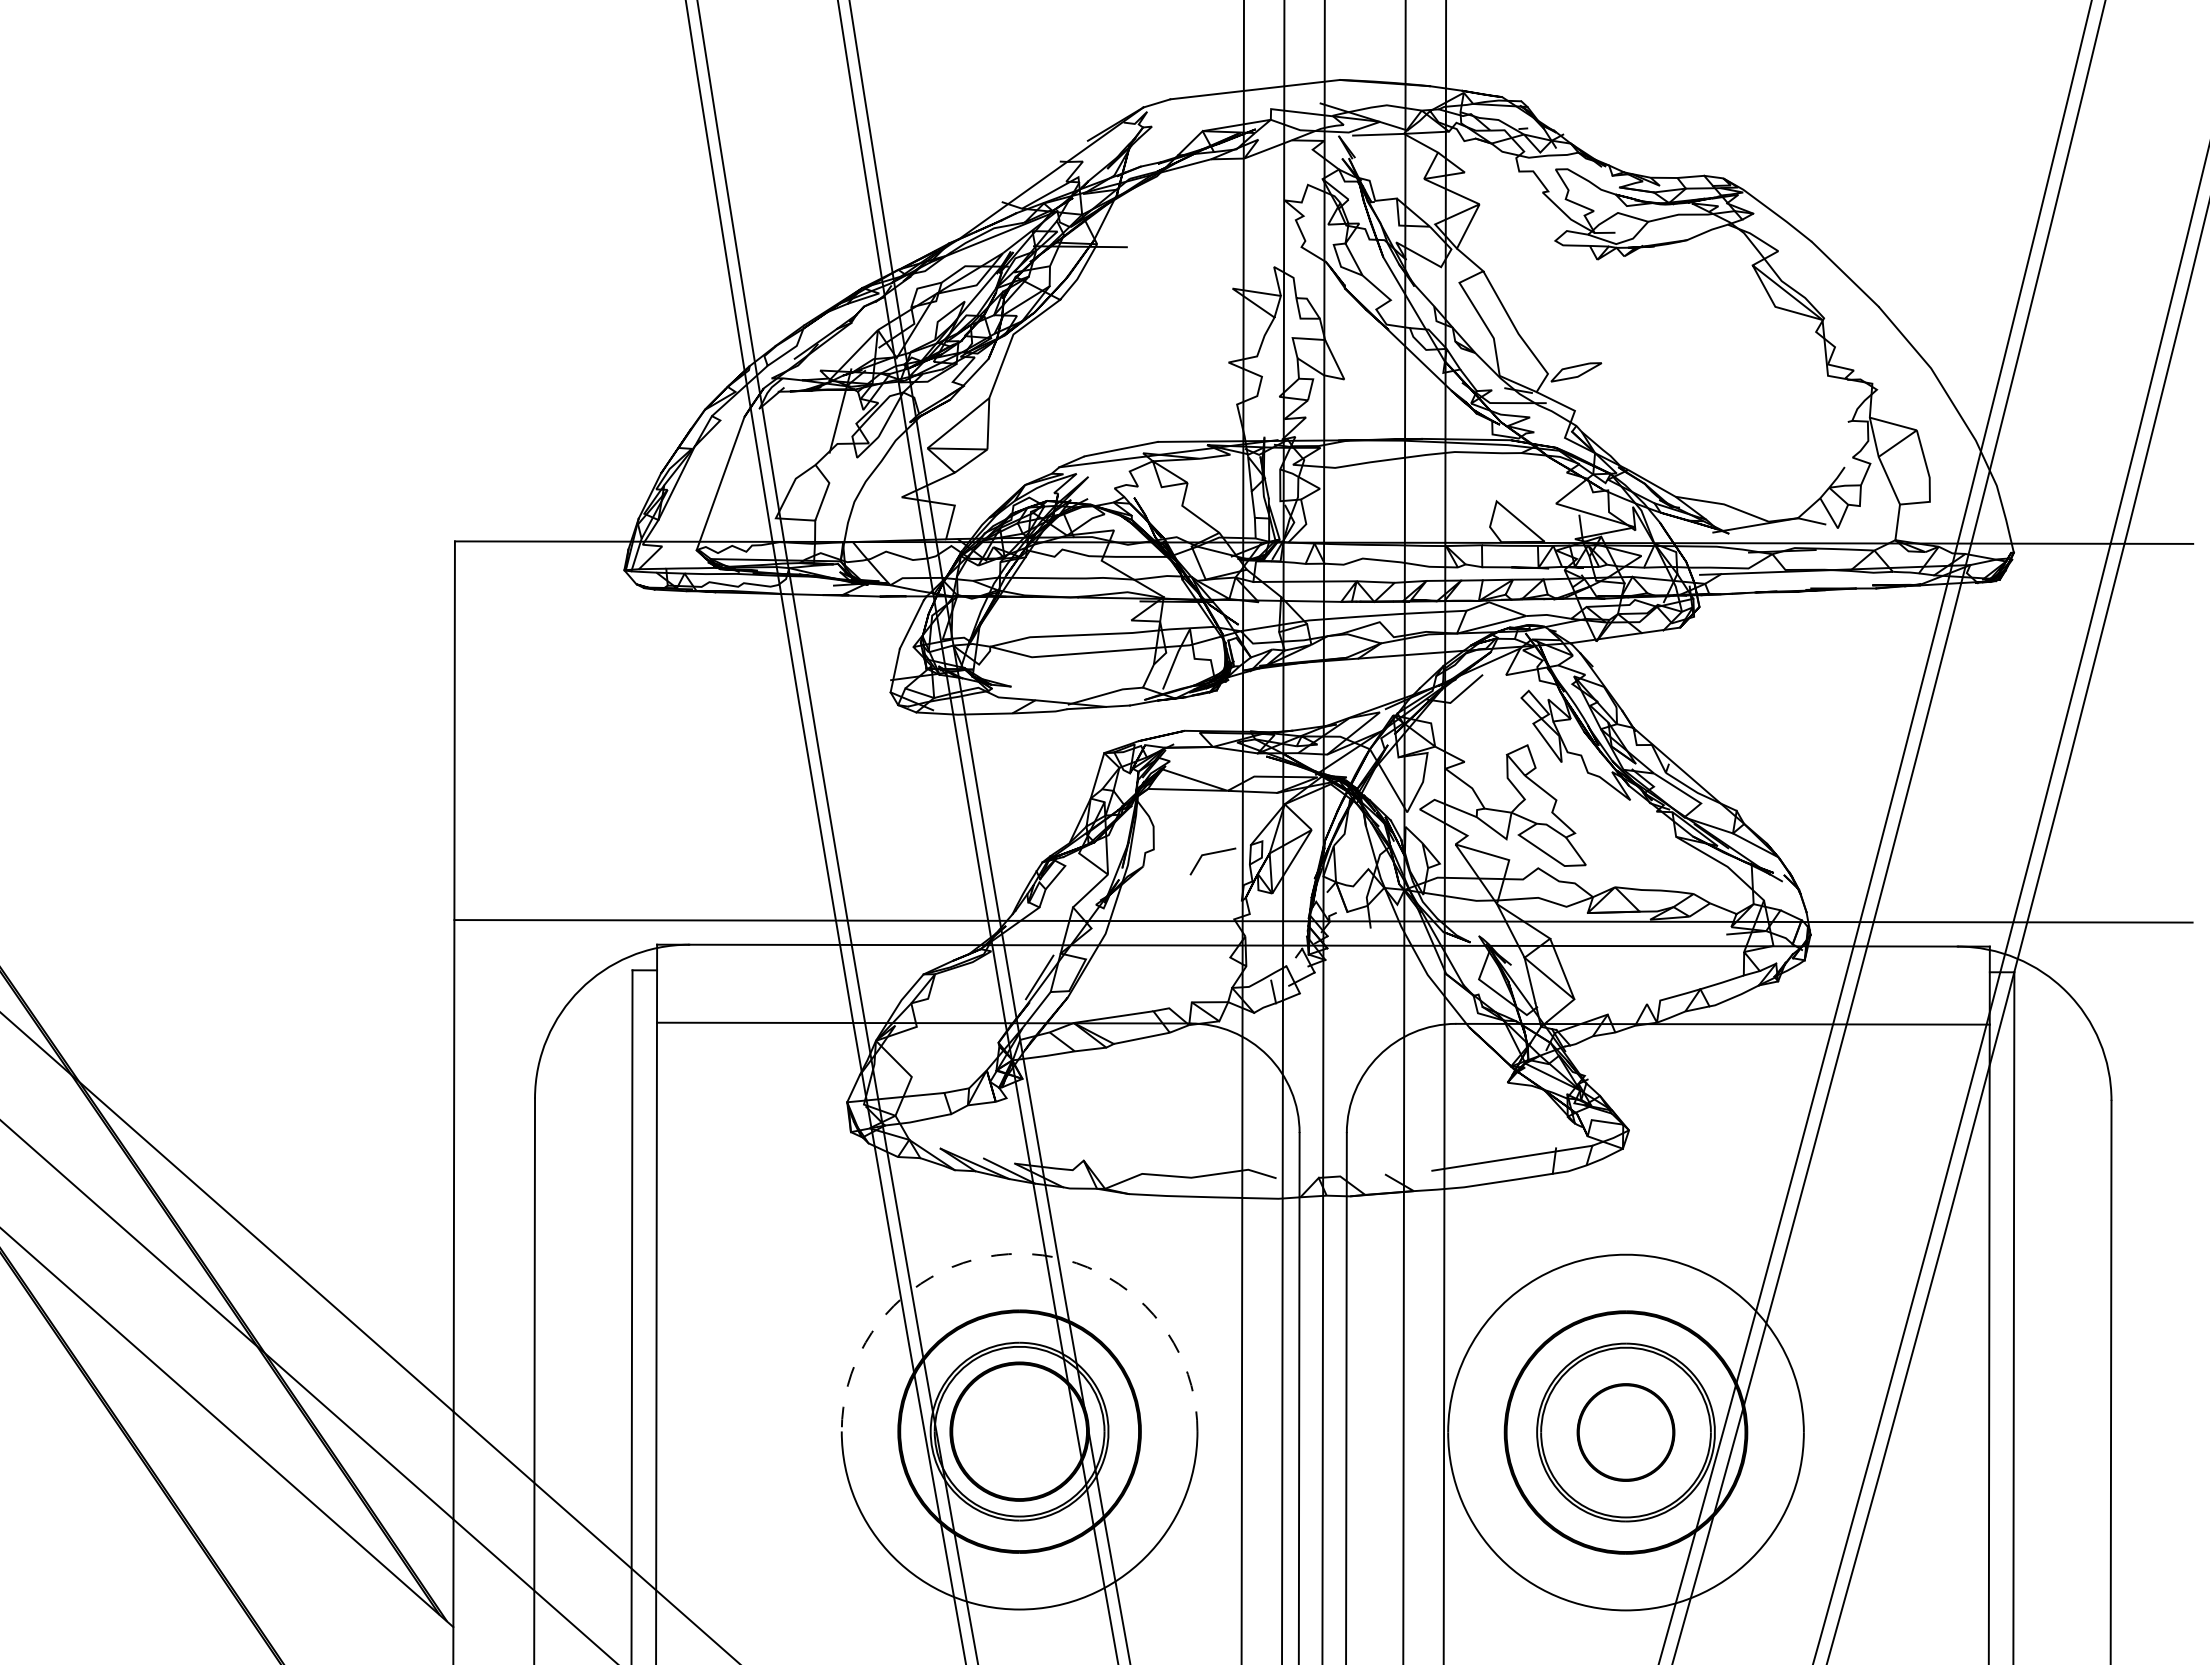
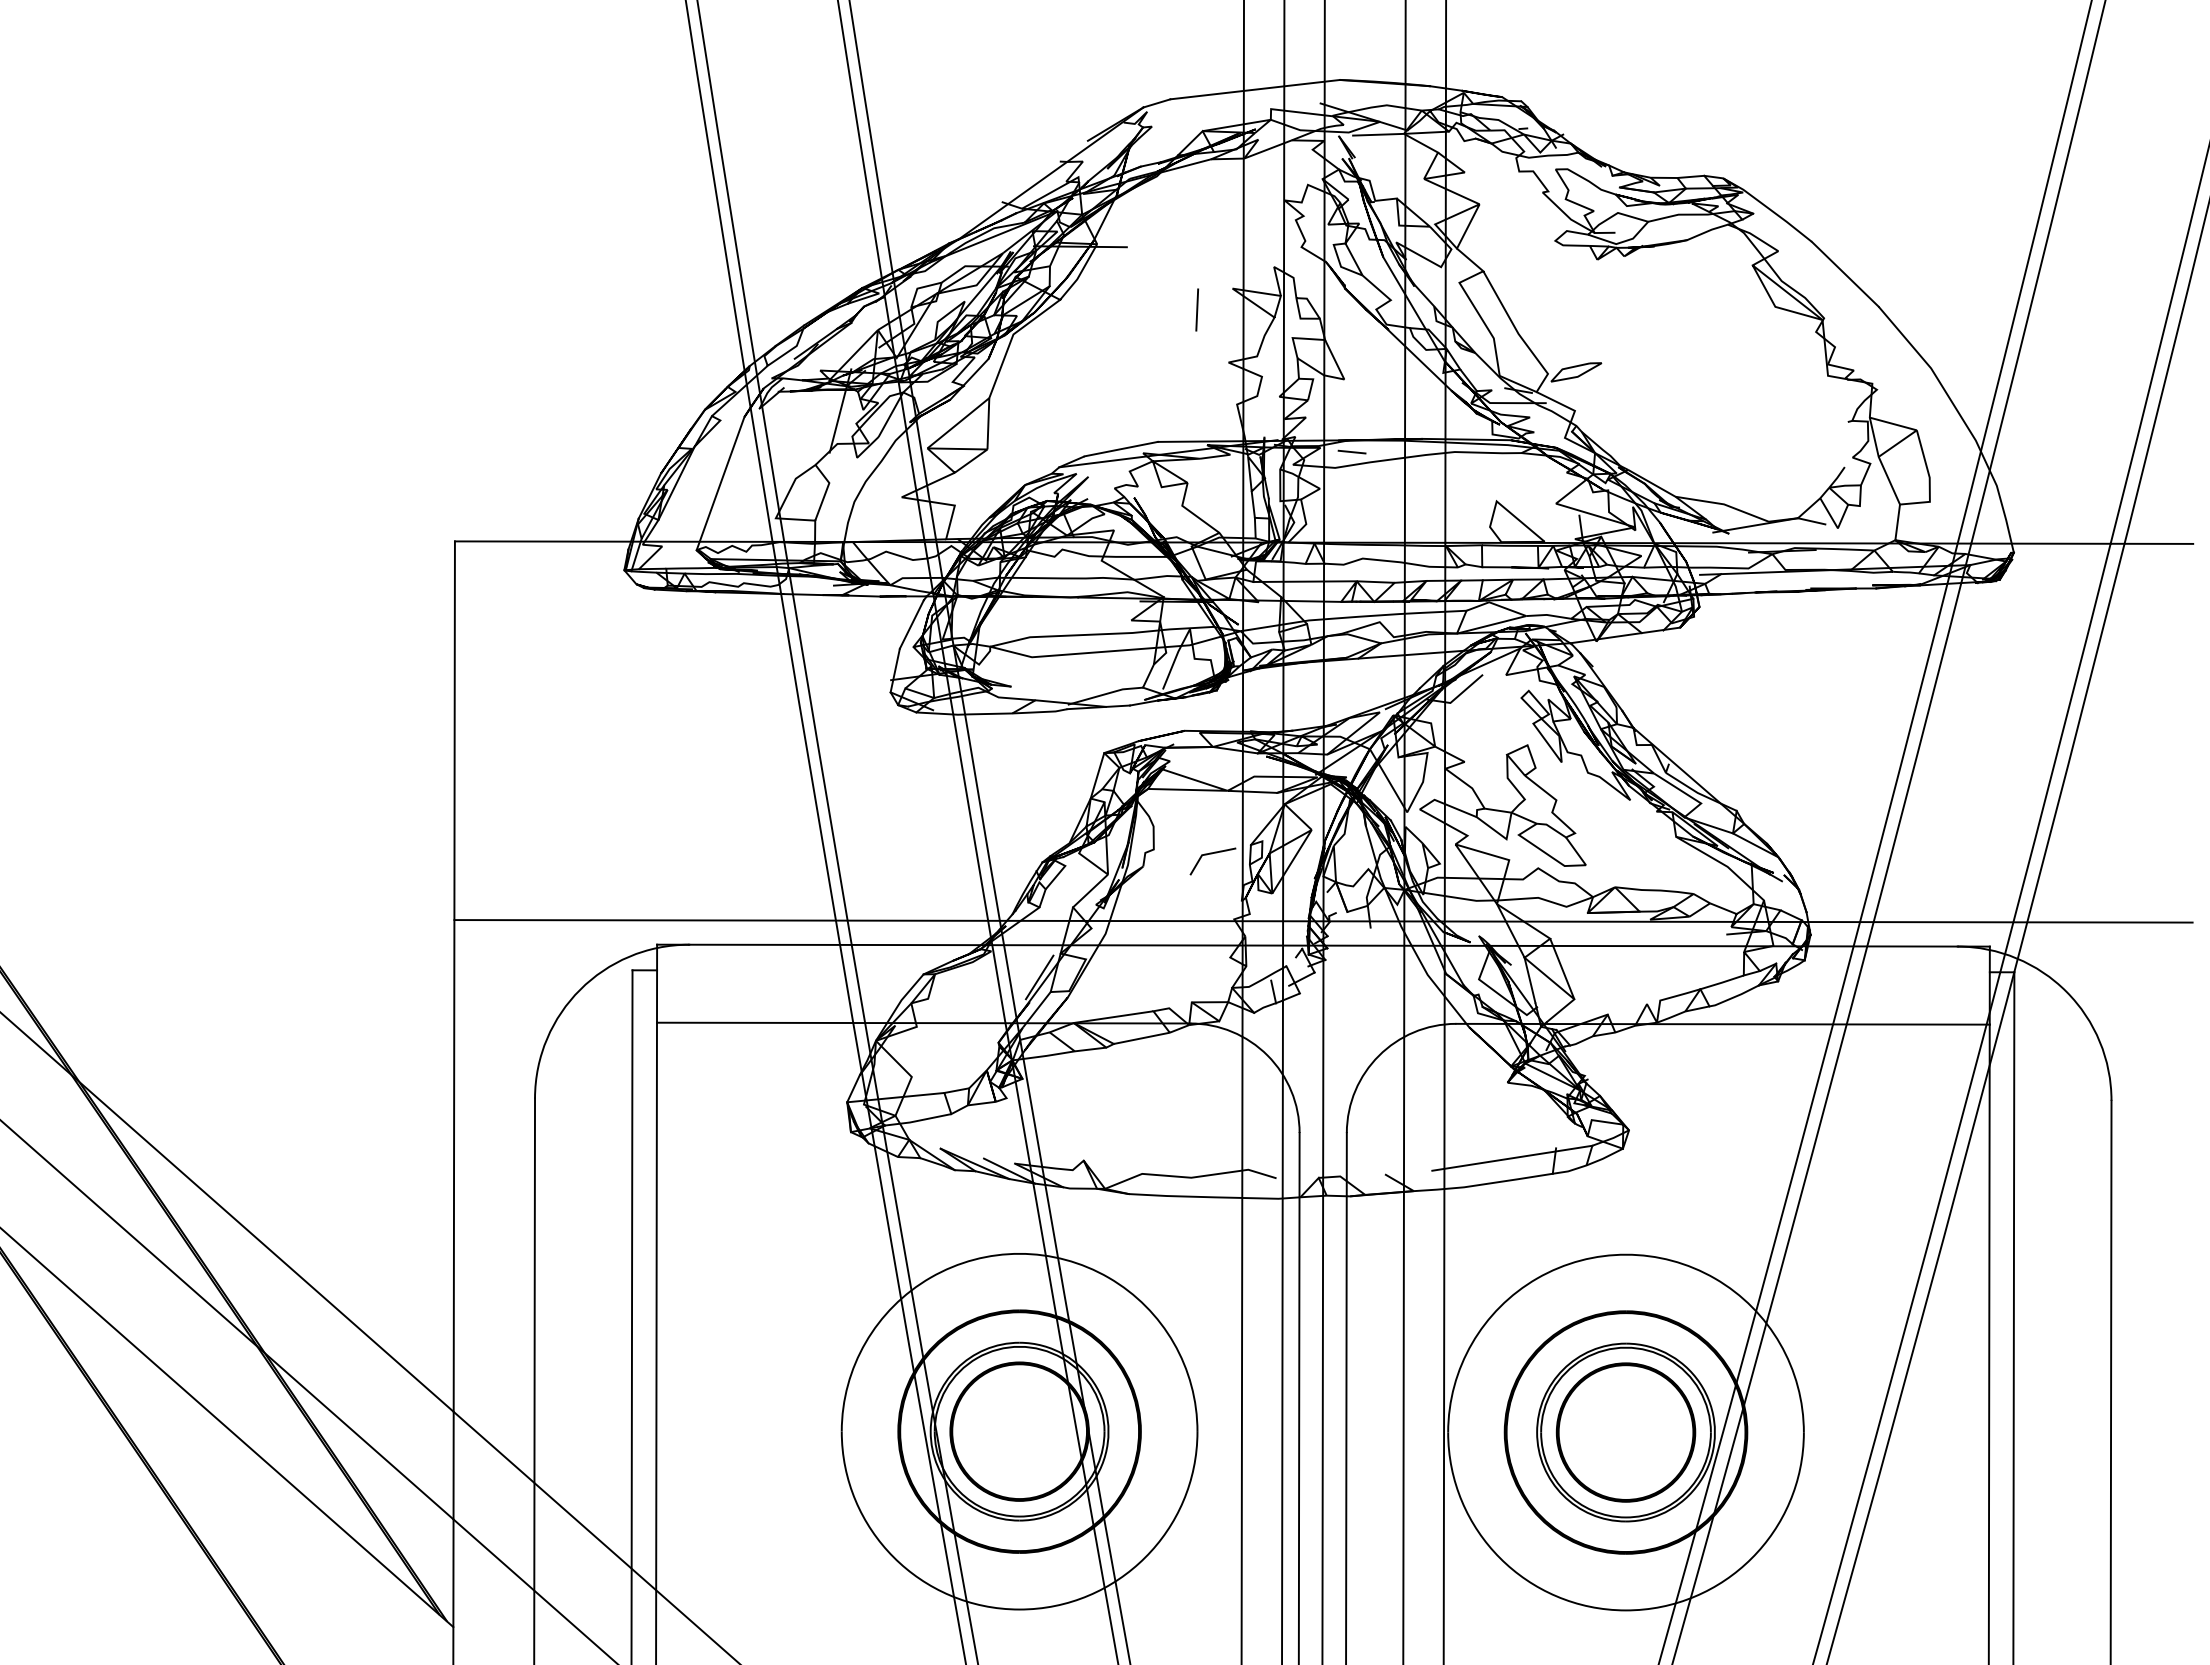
line at (1197, 309): none -> present
line at (1351, 451): none -> present
arc at (1019, 1253): dashed -> solid
part at (1625, 1432) size: 100x99 px -> 142x141 px
